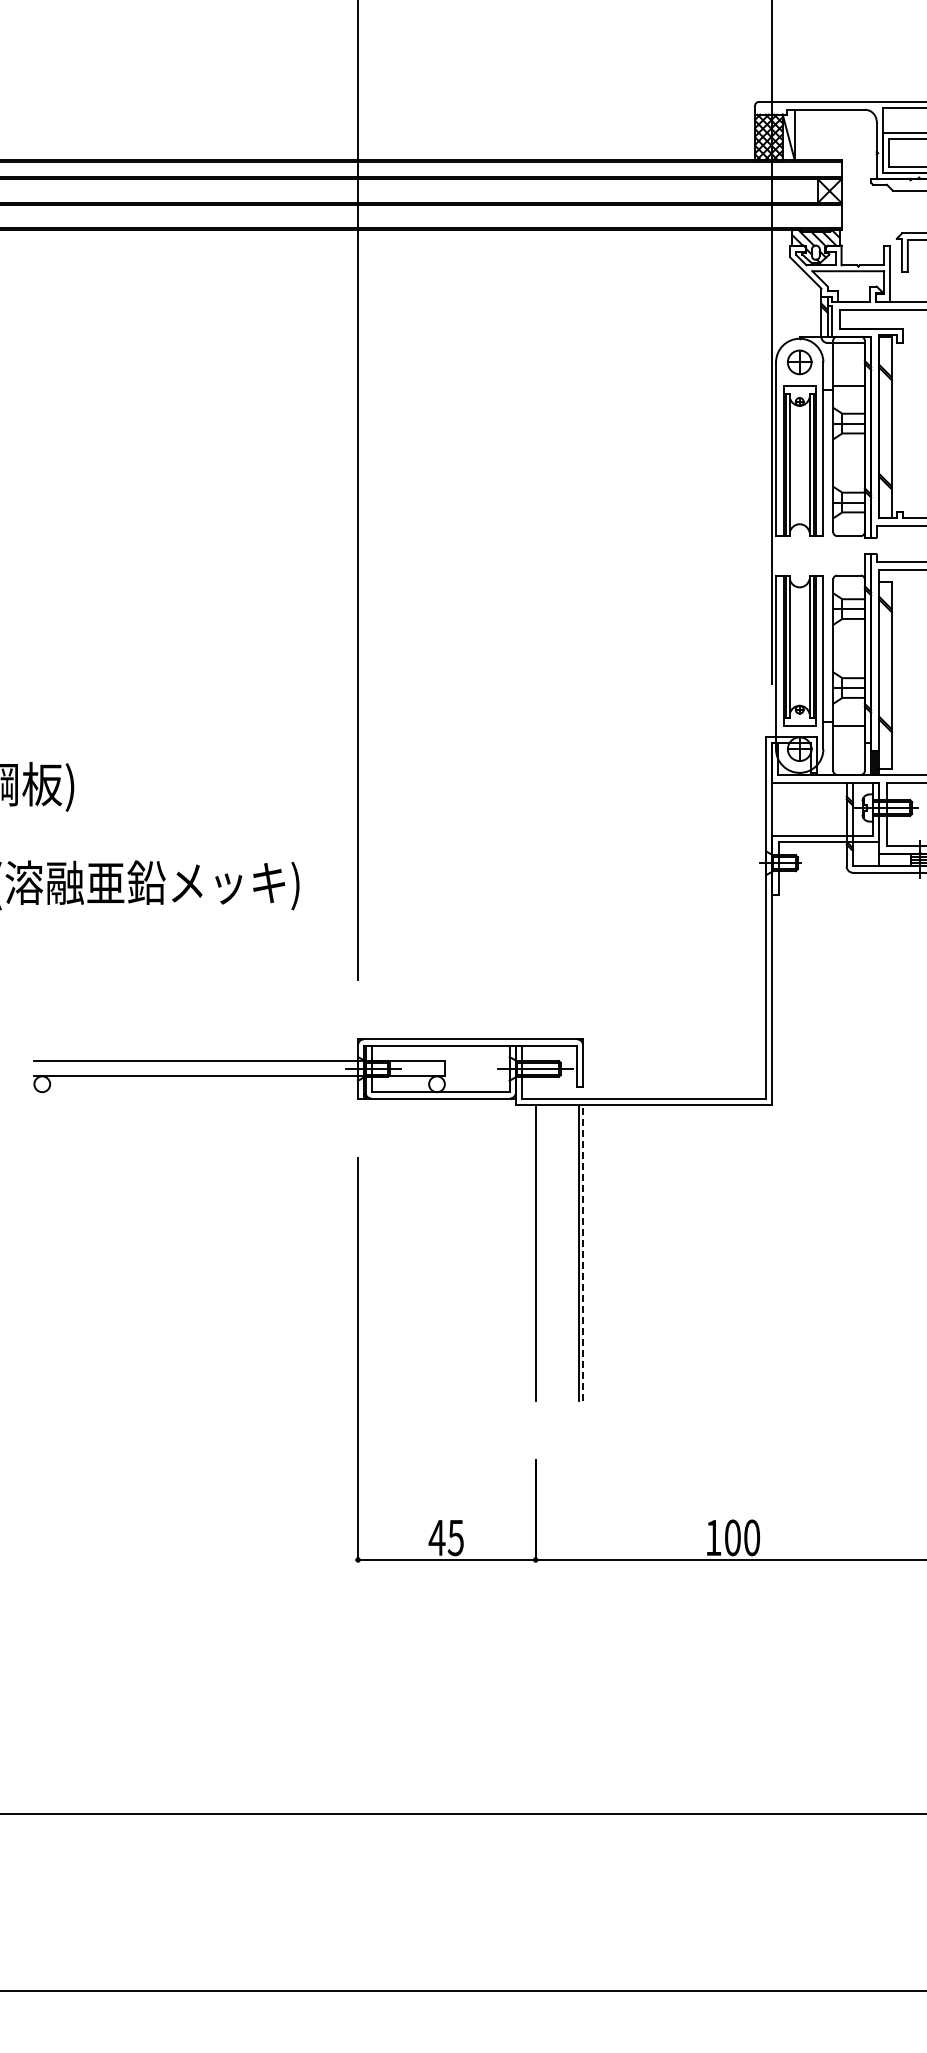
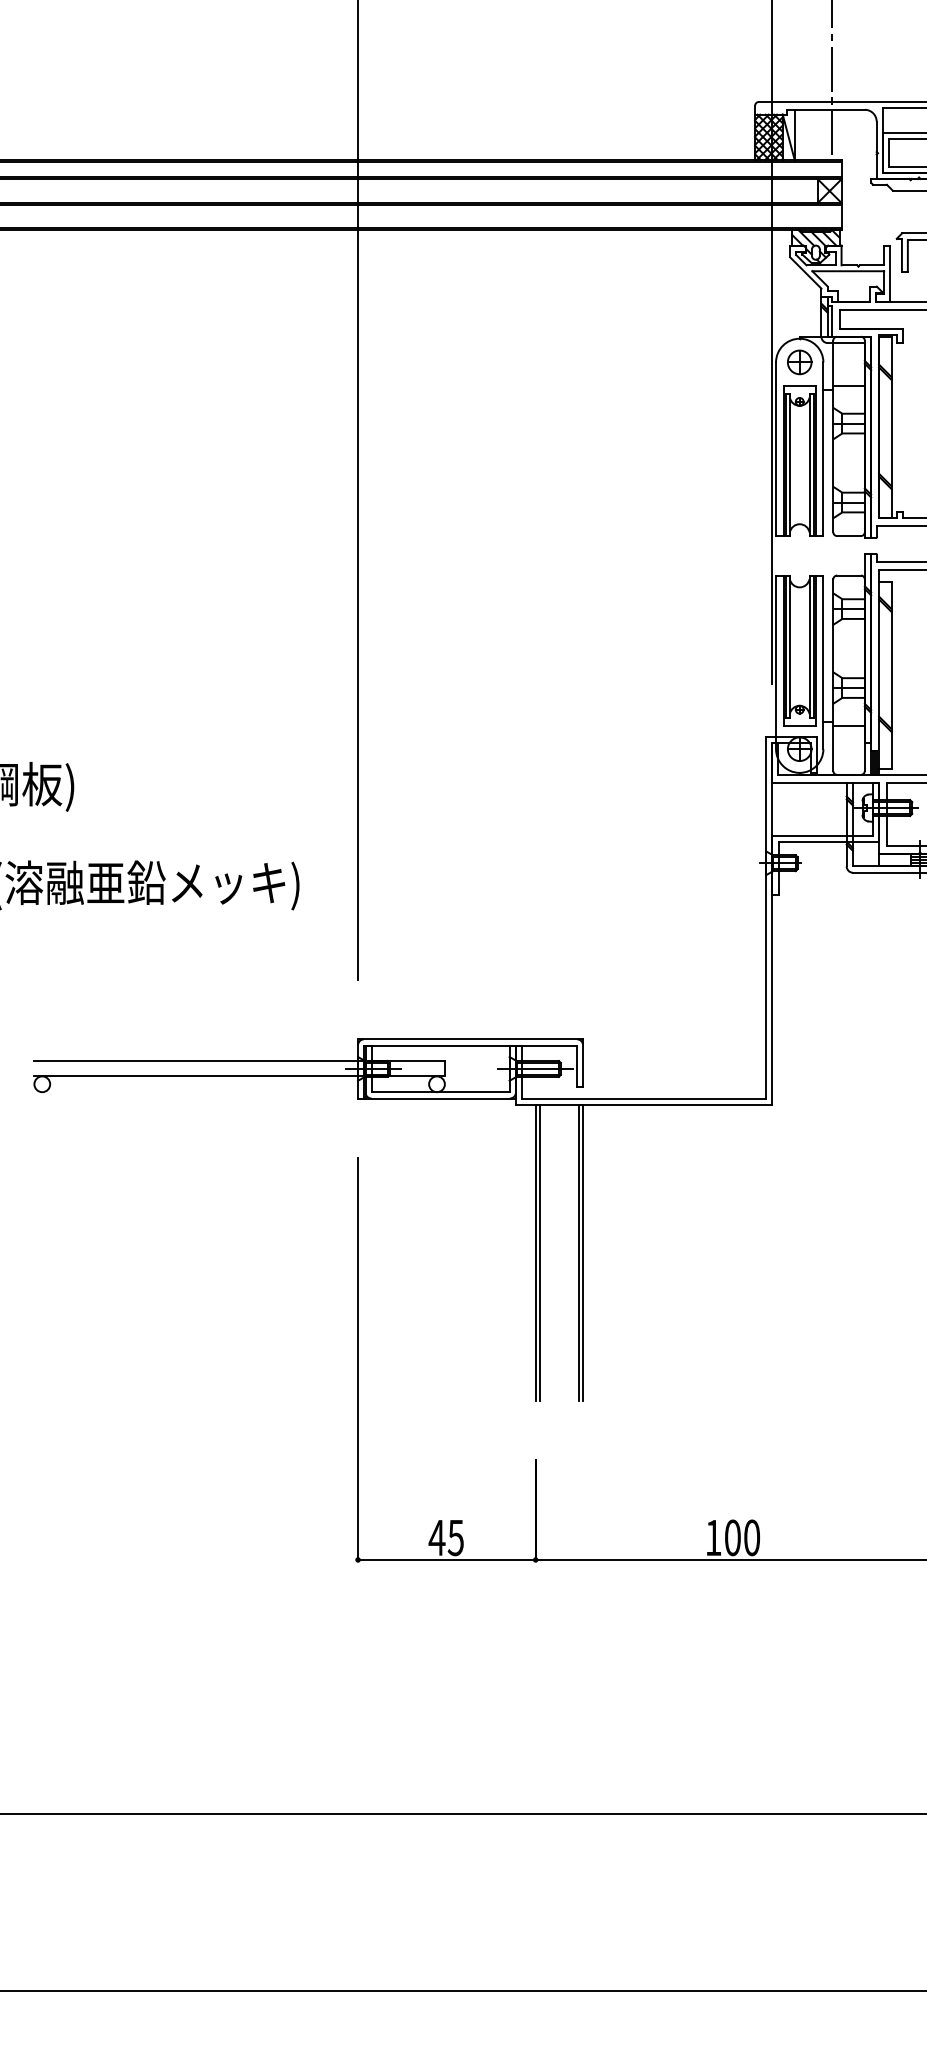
line at (831, 78): none -> present
line at (539, 1252): none -> present
line at (583, 1252): dashed -> solid
